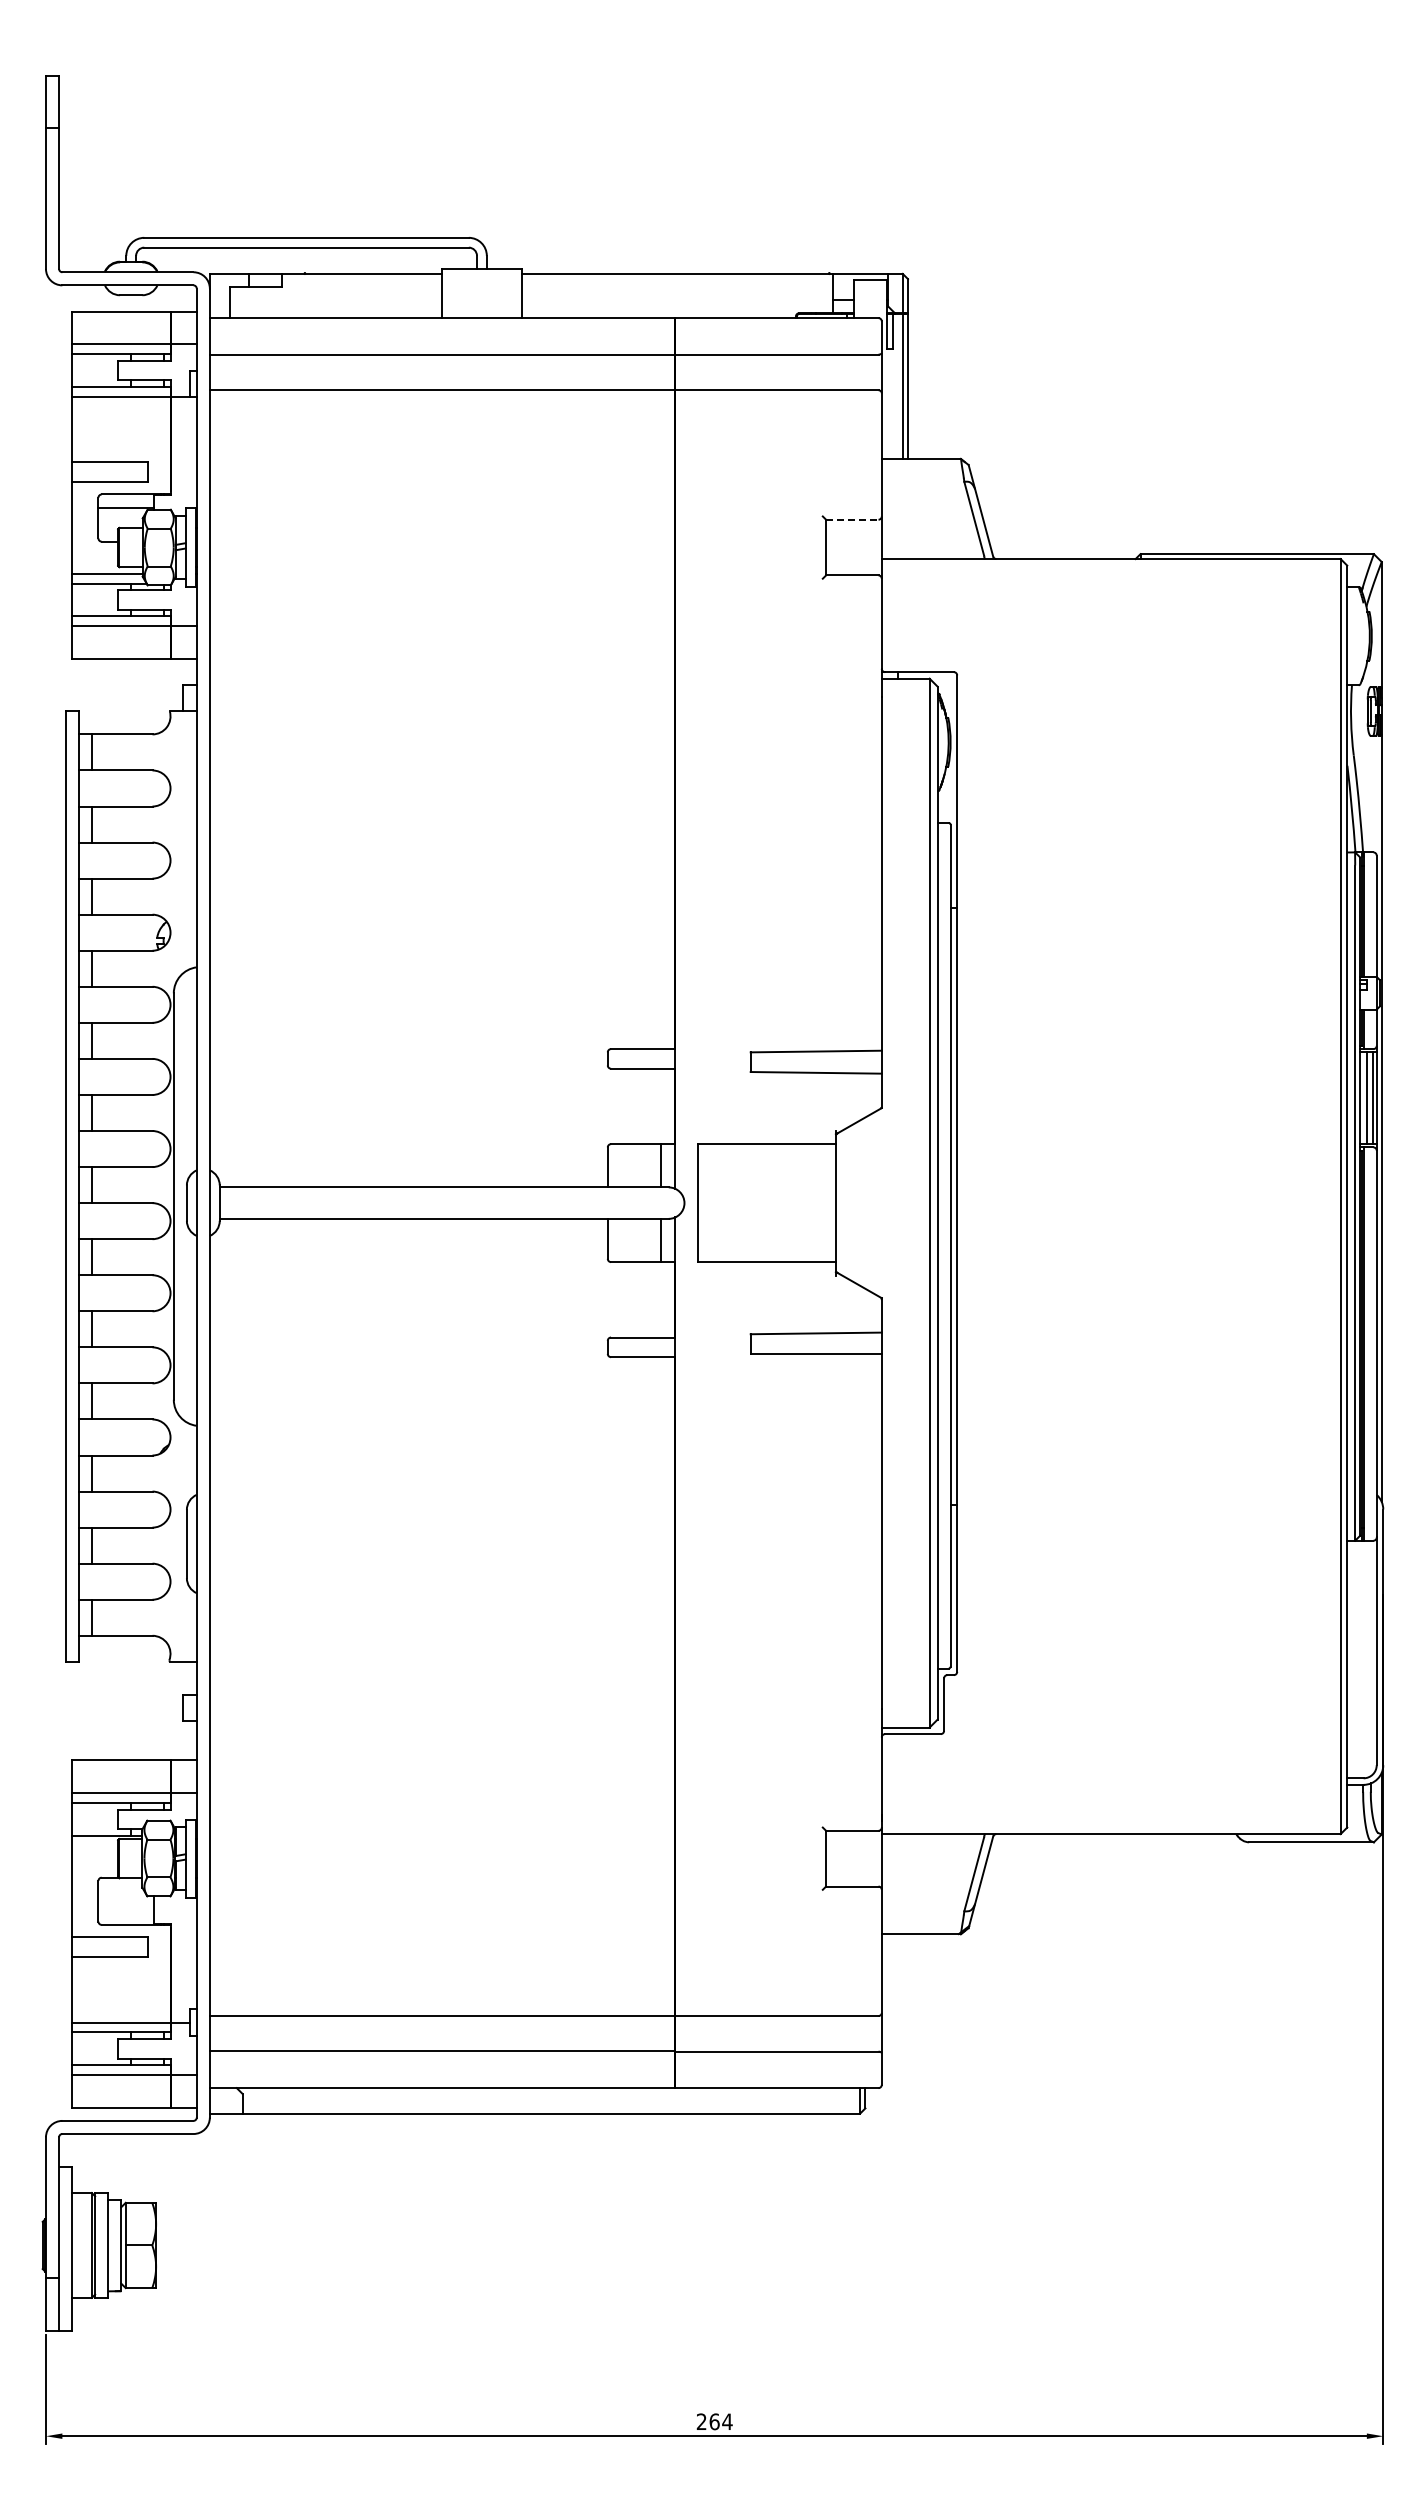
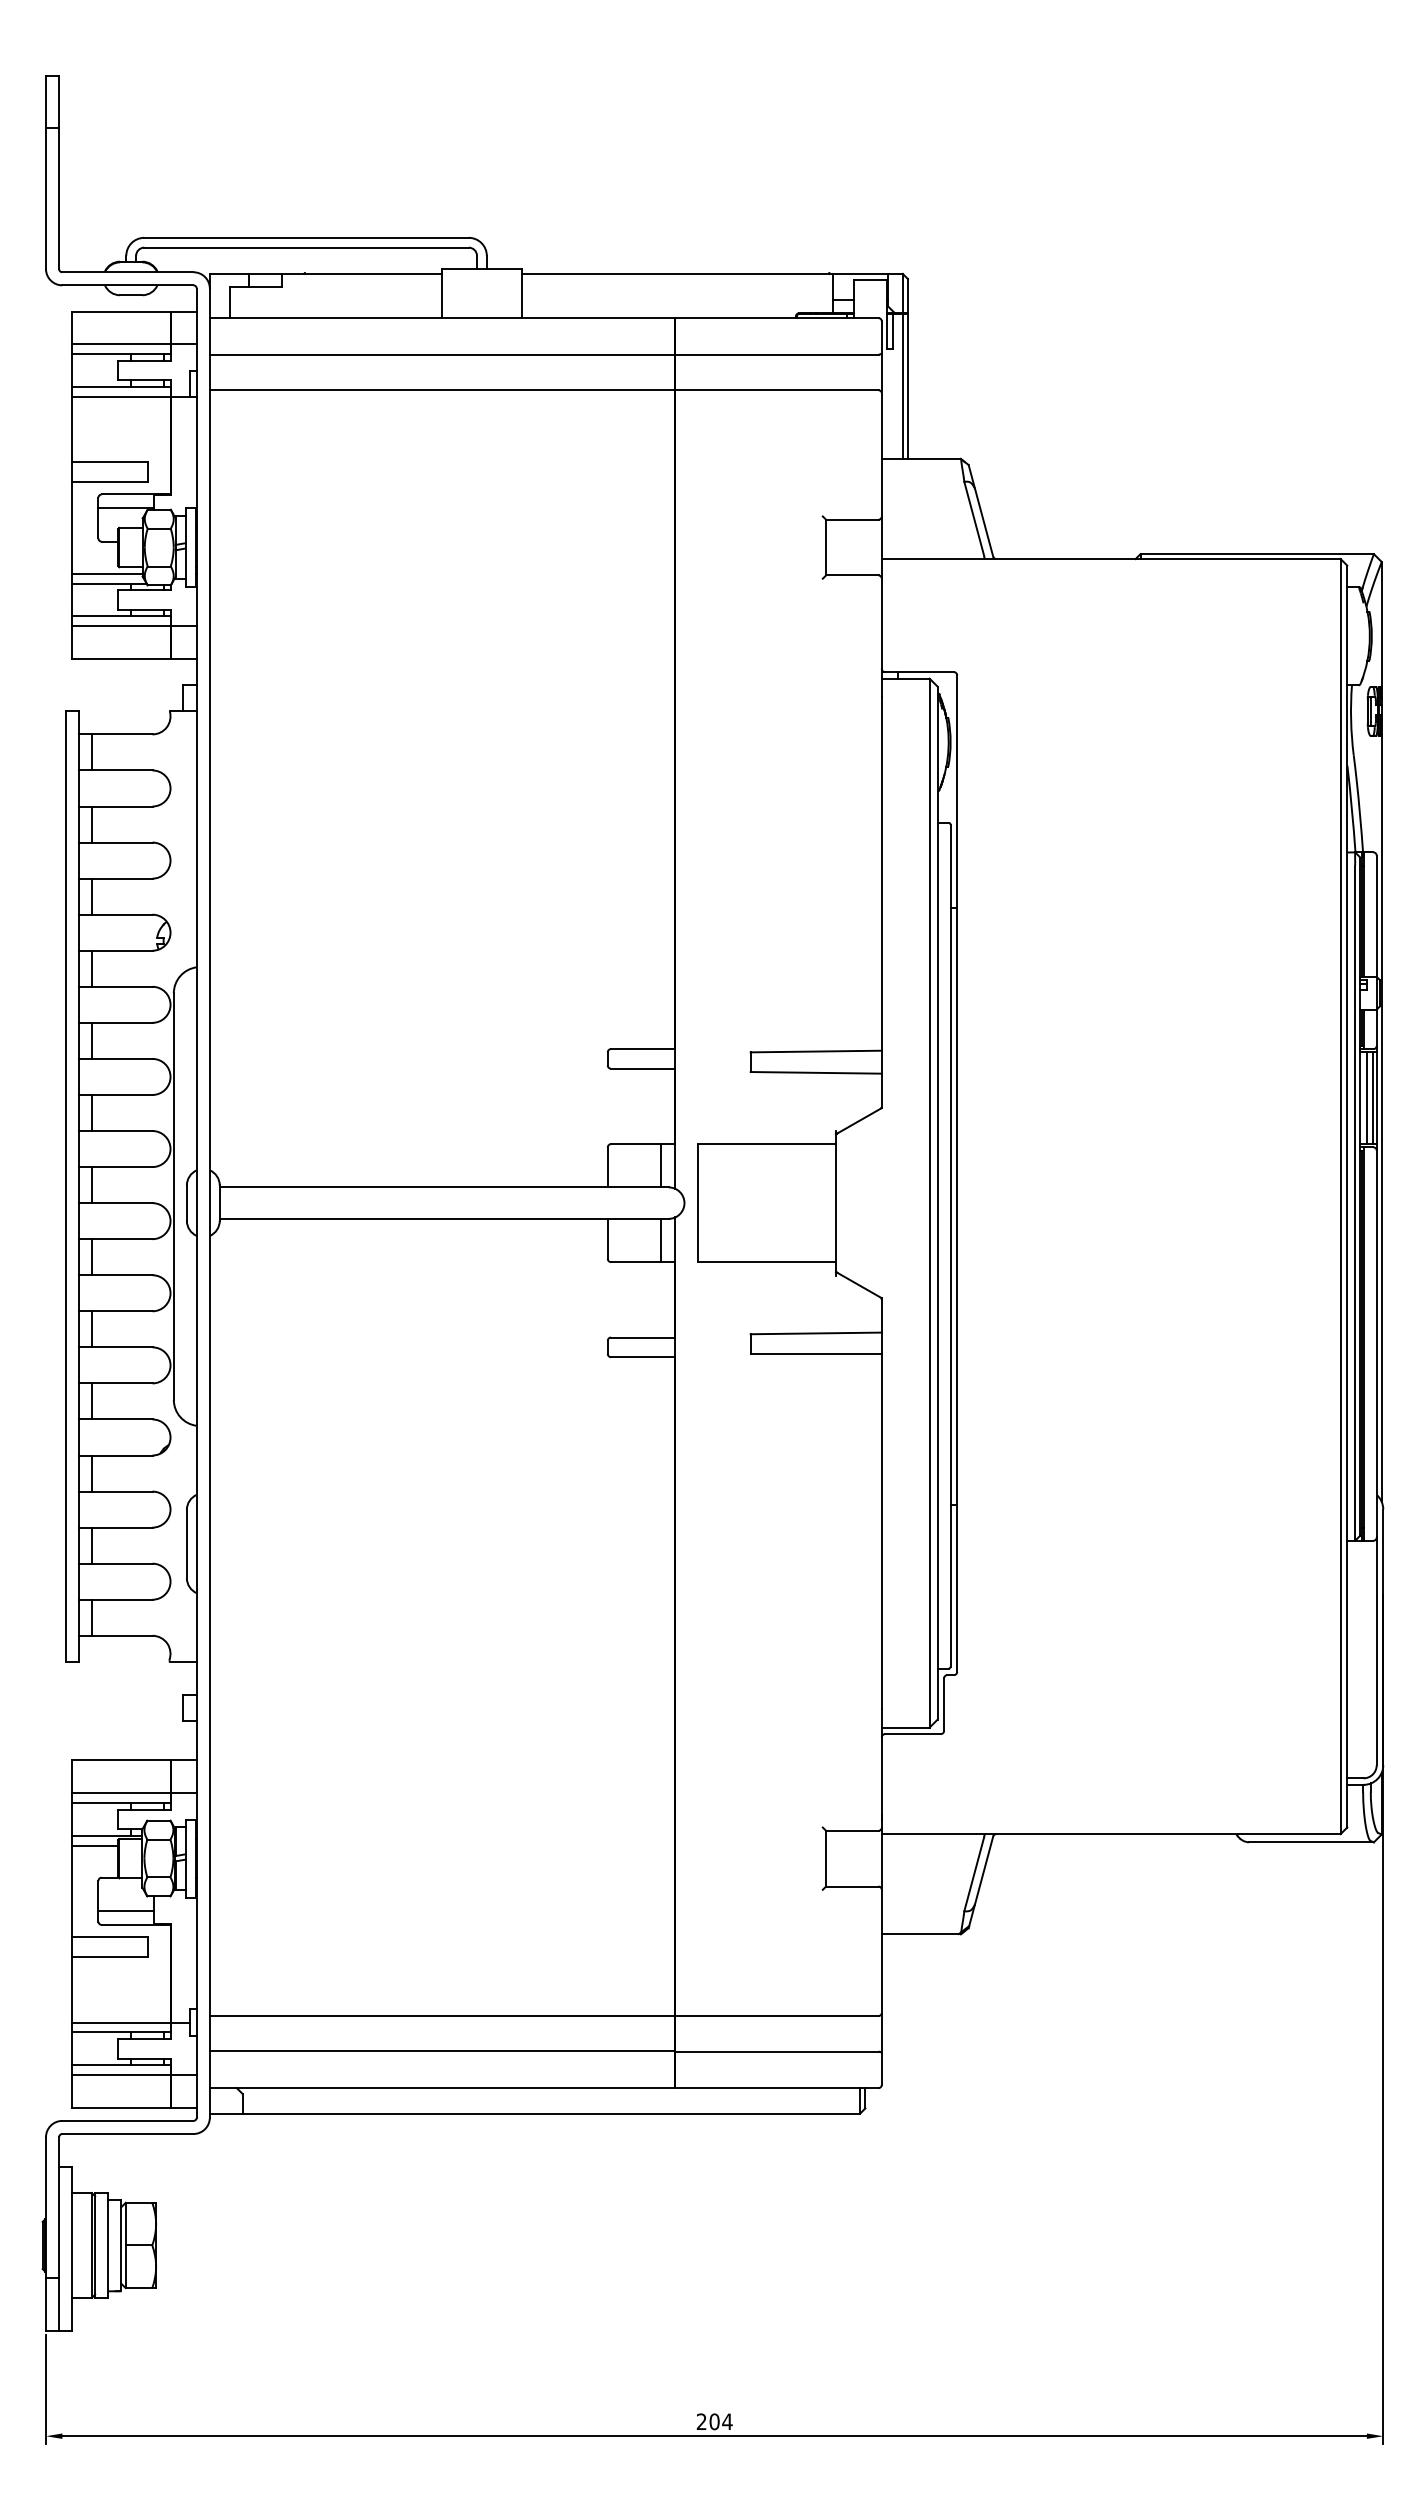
line at (852, 519): dashed -> solid
line at (95, 1845): none -> present
line at (126, 1911): none -> present
text at (714, 2421): 264 -> 204
